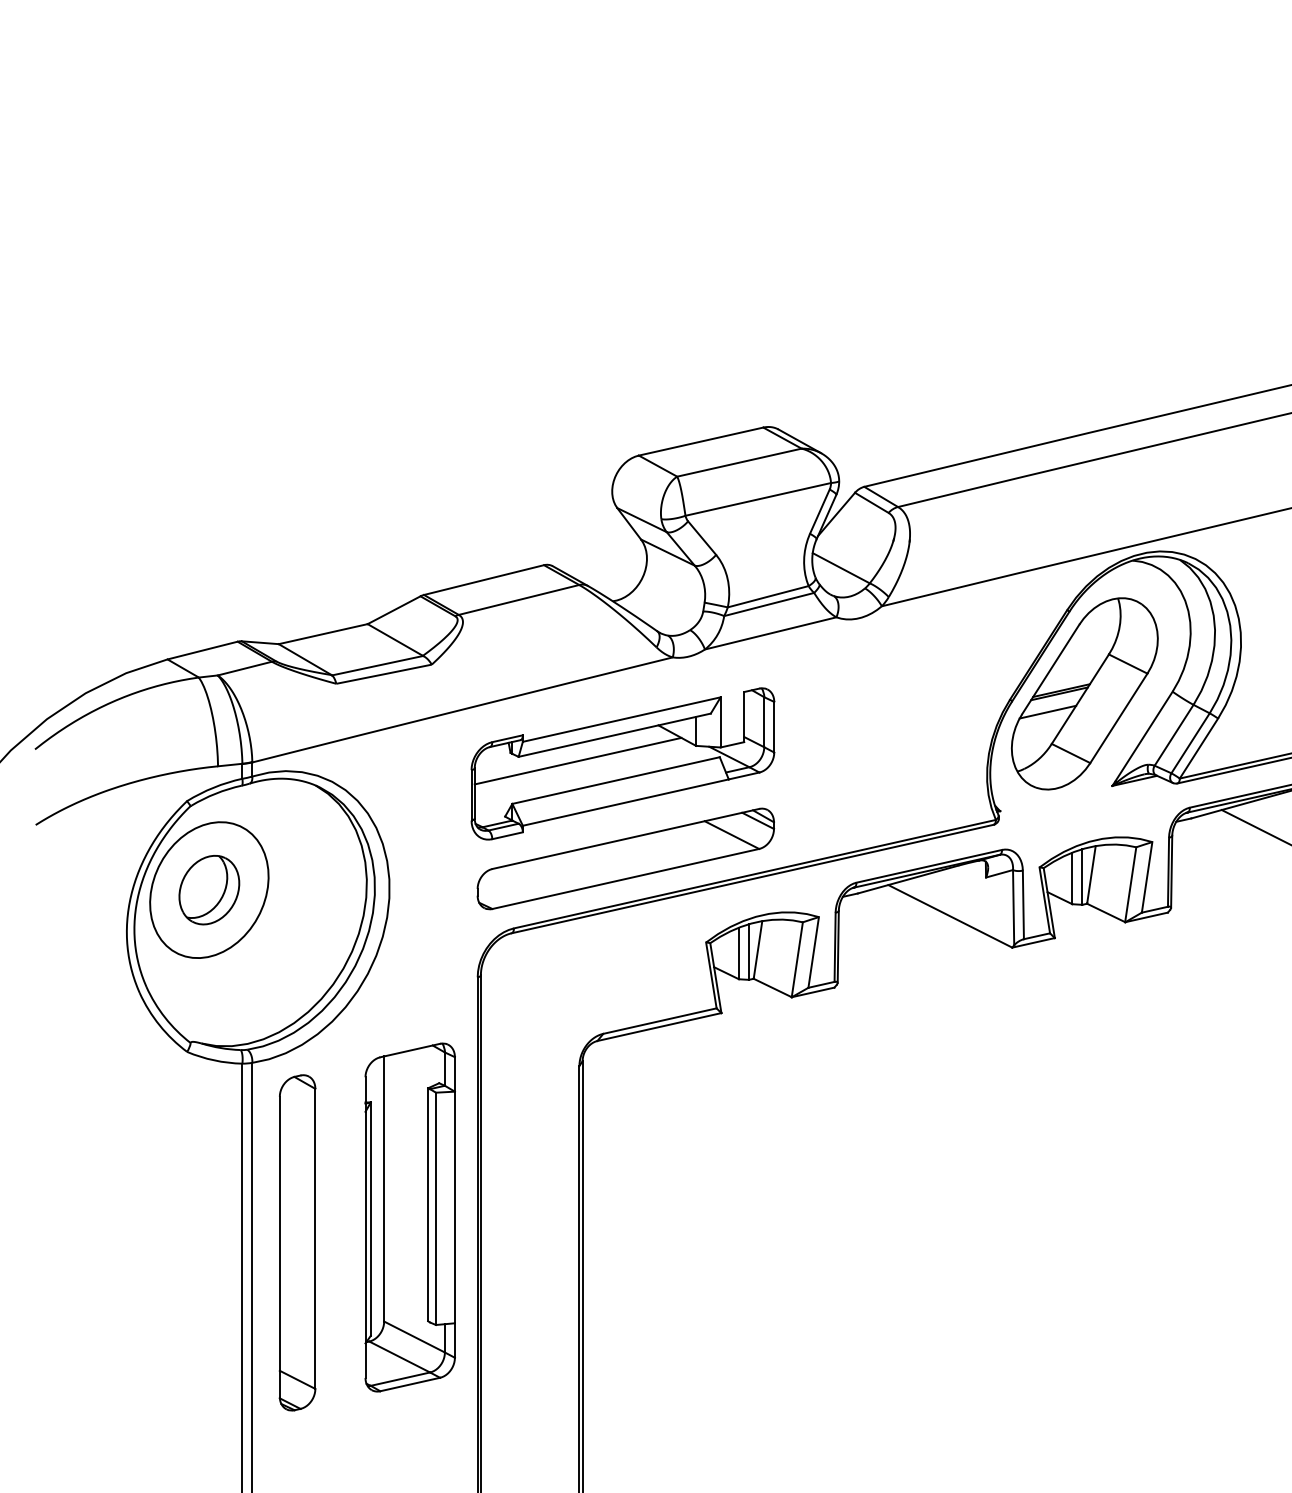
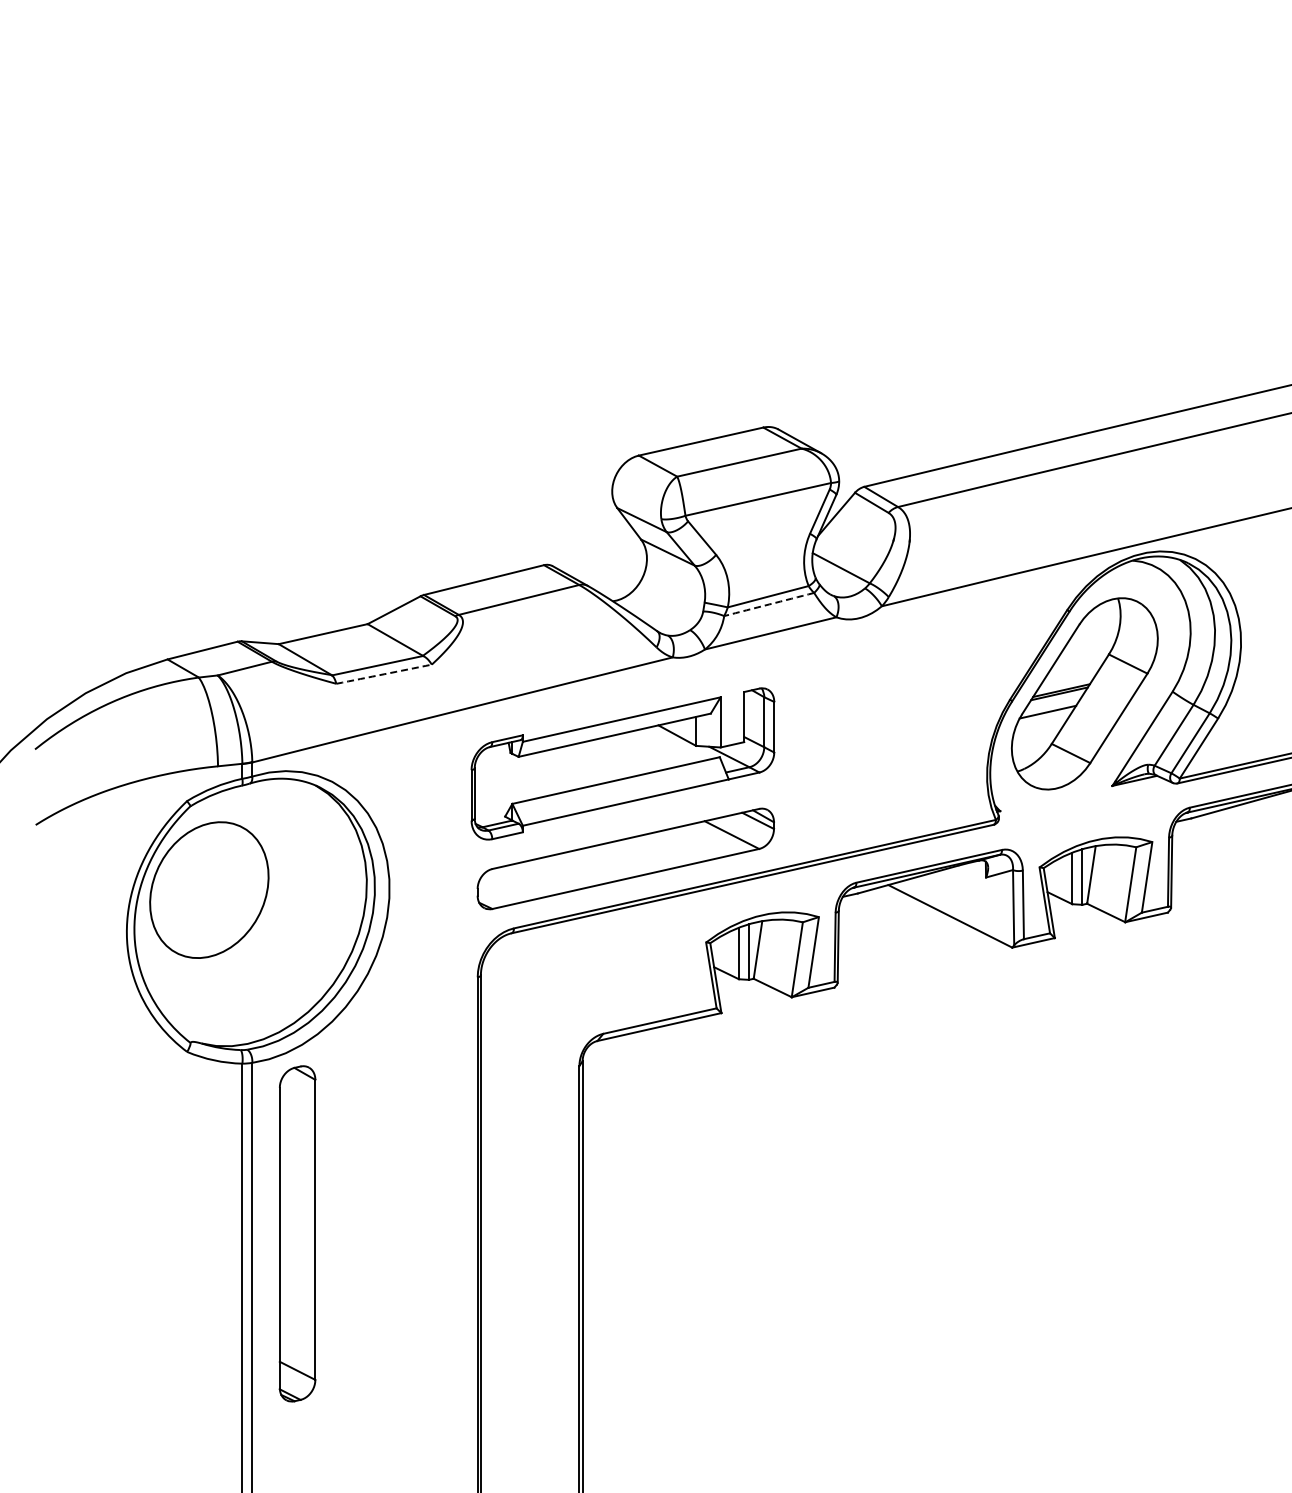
arc at (769, 604): solid -> dashed
arc at (384, 674): solid -> dashed
line at (577, 760): present -> none
line at (1254, 826): present -> none
part at (209, 890): present -> none
part at (409, 1217): present -> none
part at (297, 1242) position: (297, 1242) -> (297, 1233)
